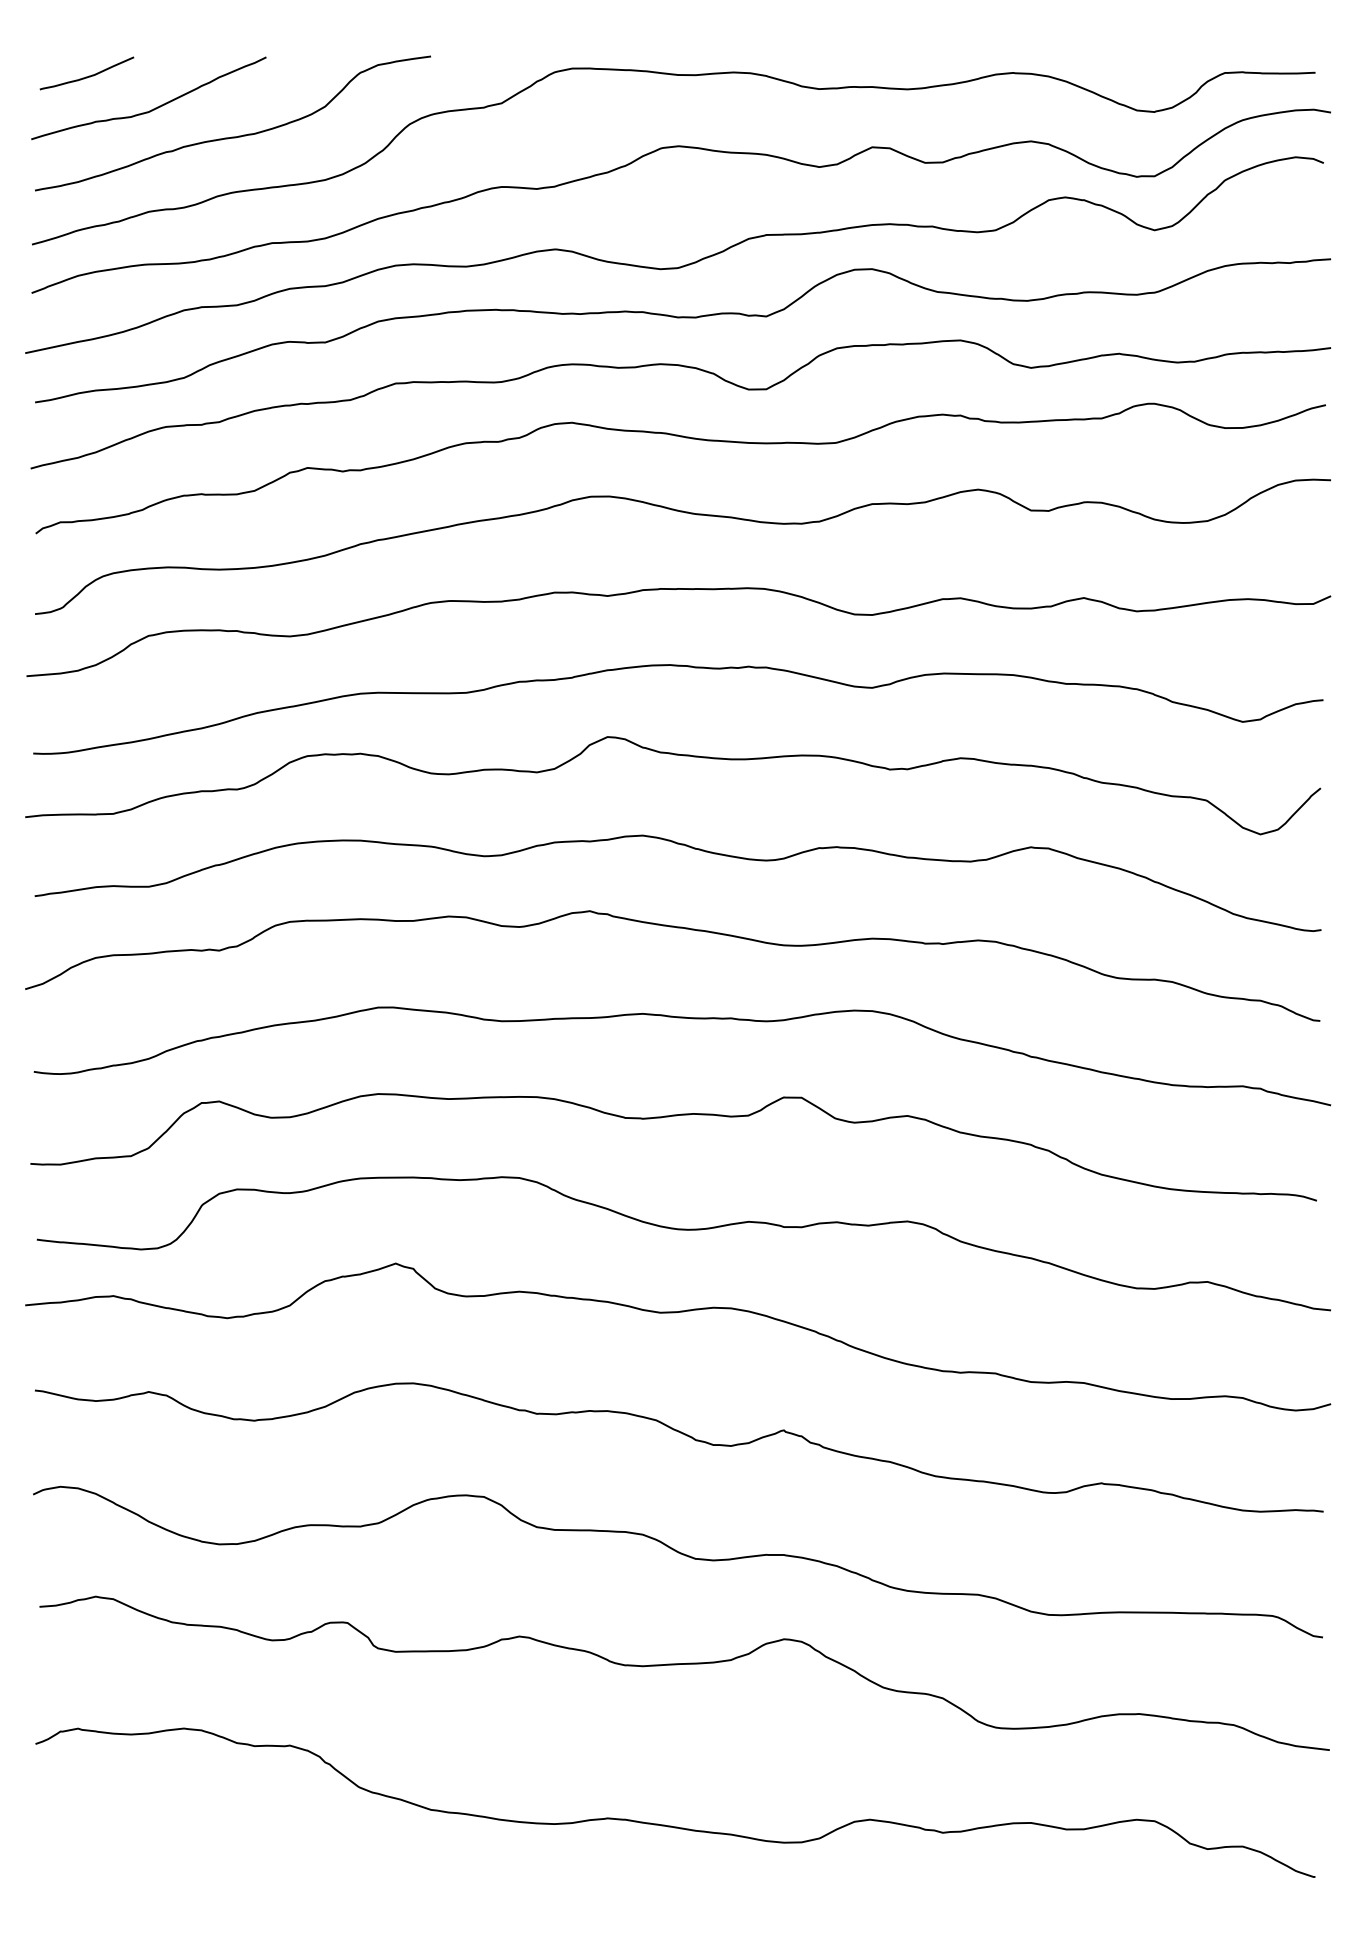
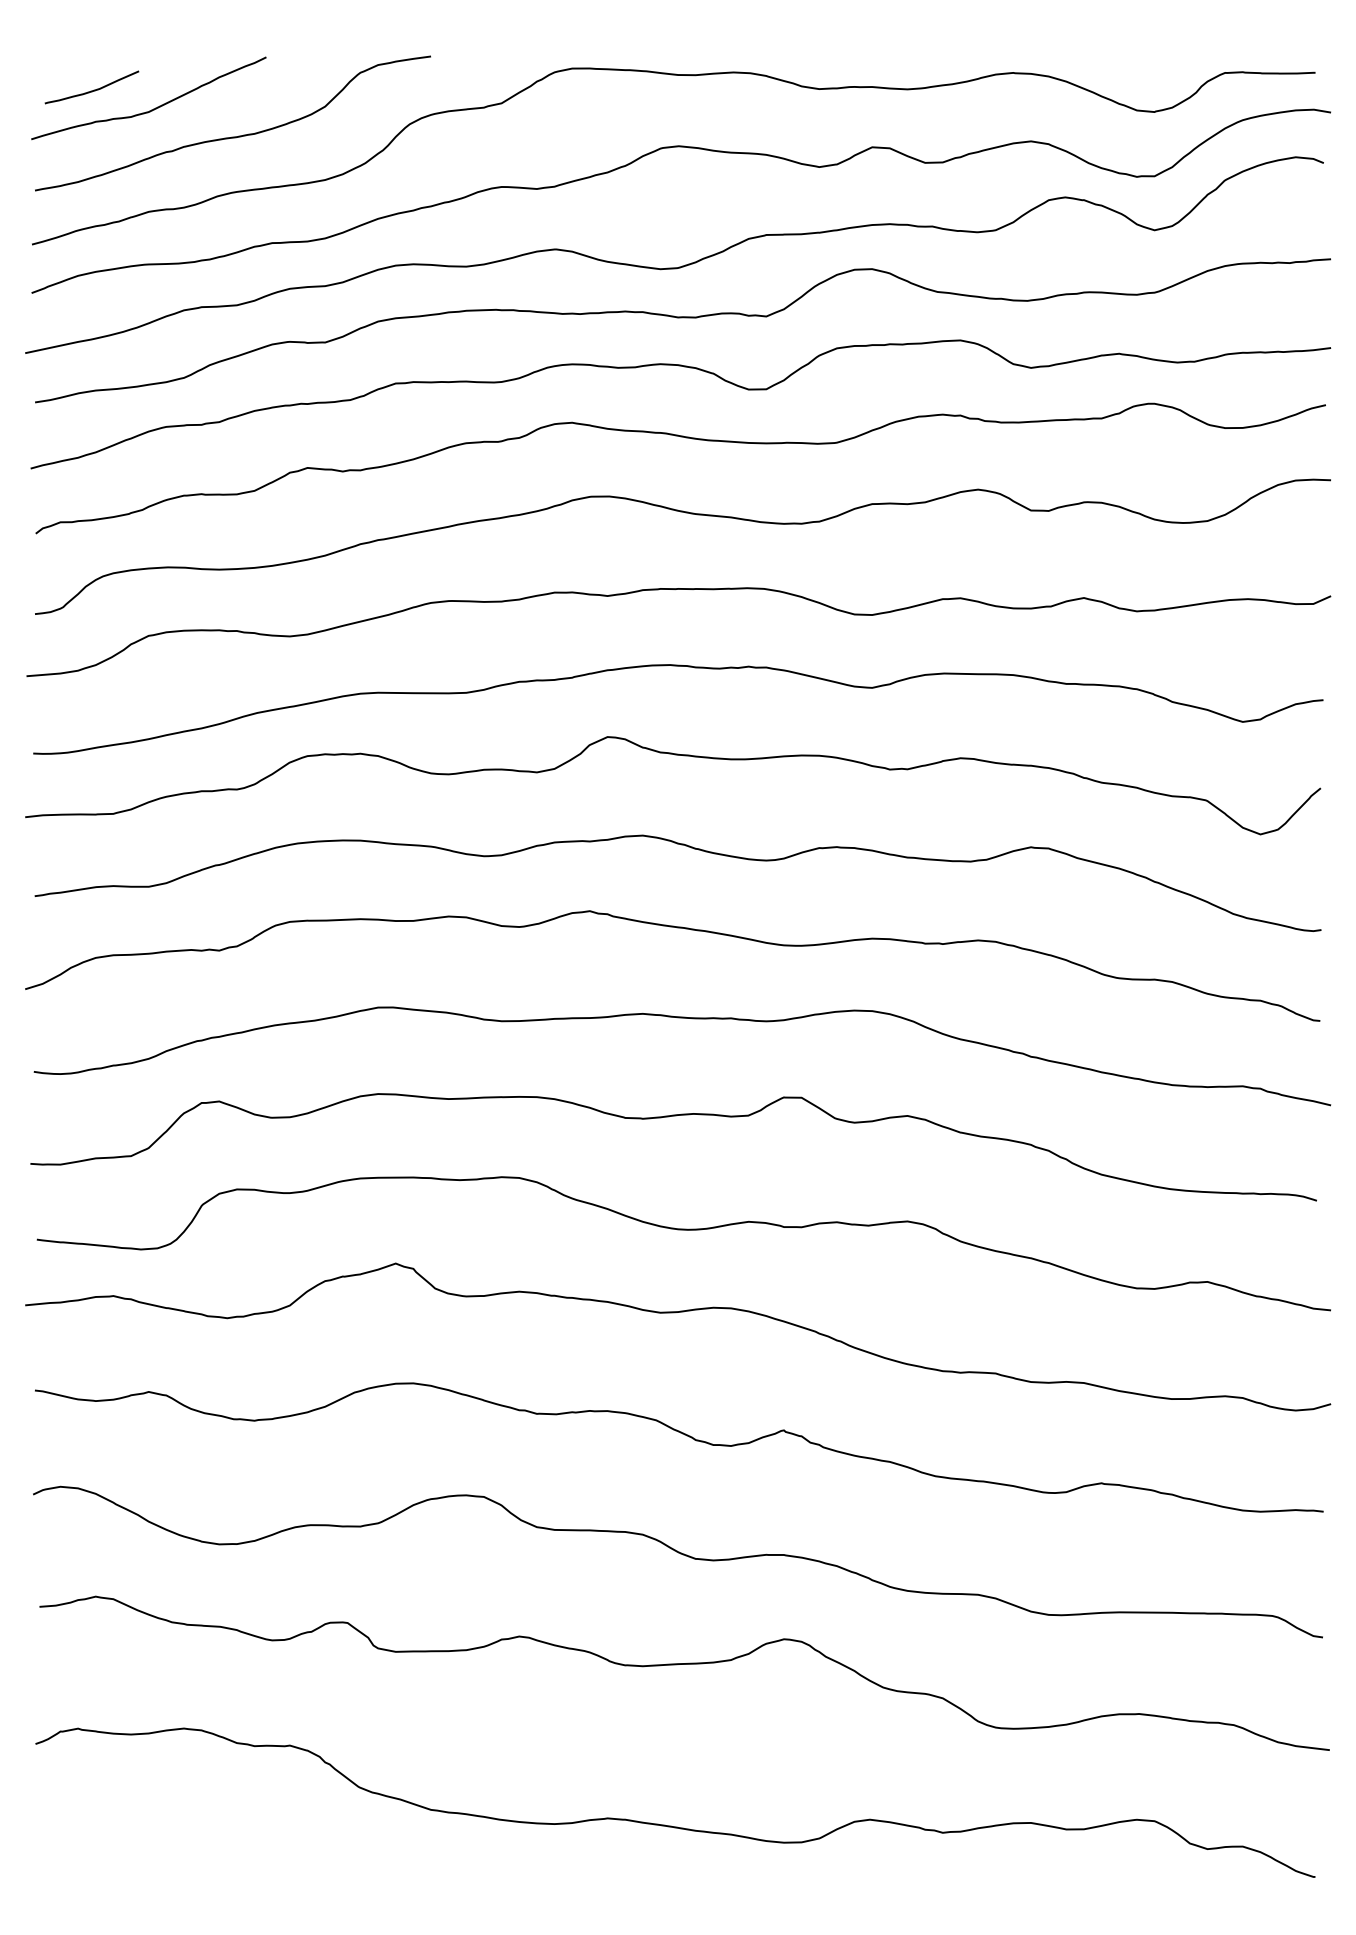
curve at (86, 76) position: (86, 76) -> (91, 90)
